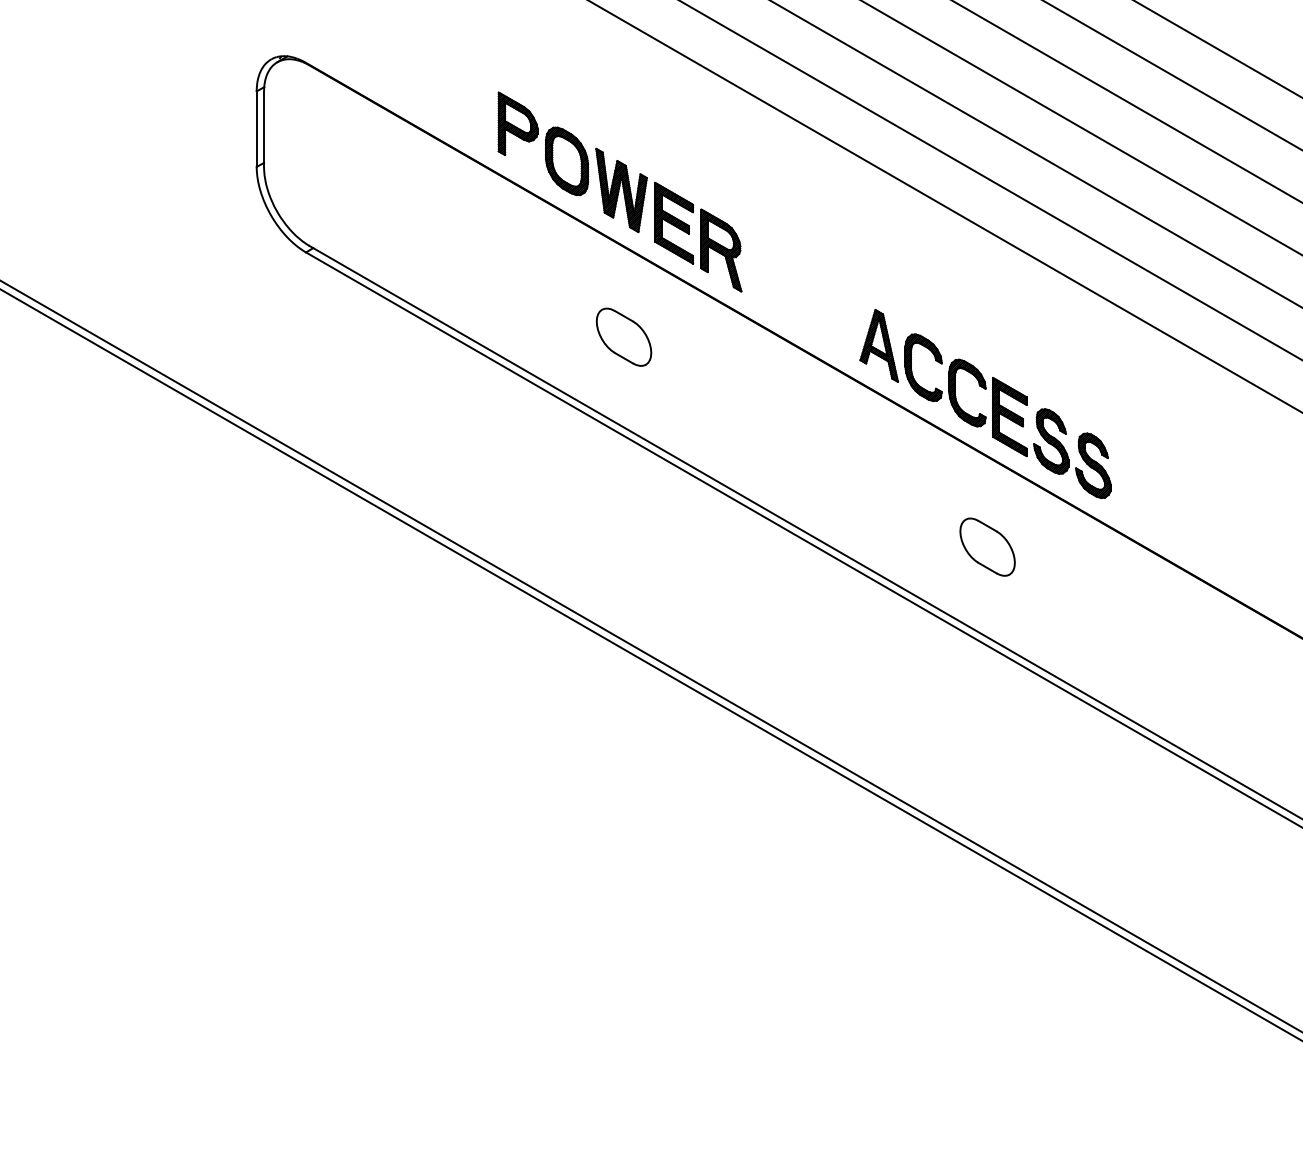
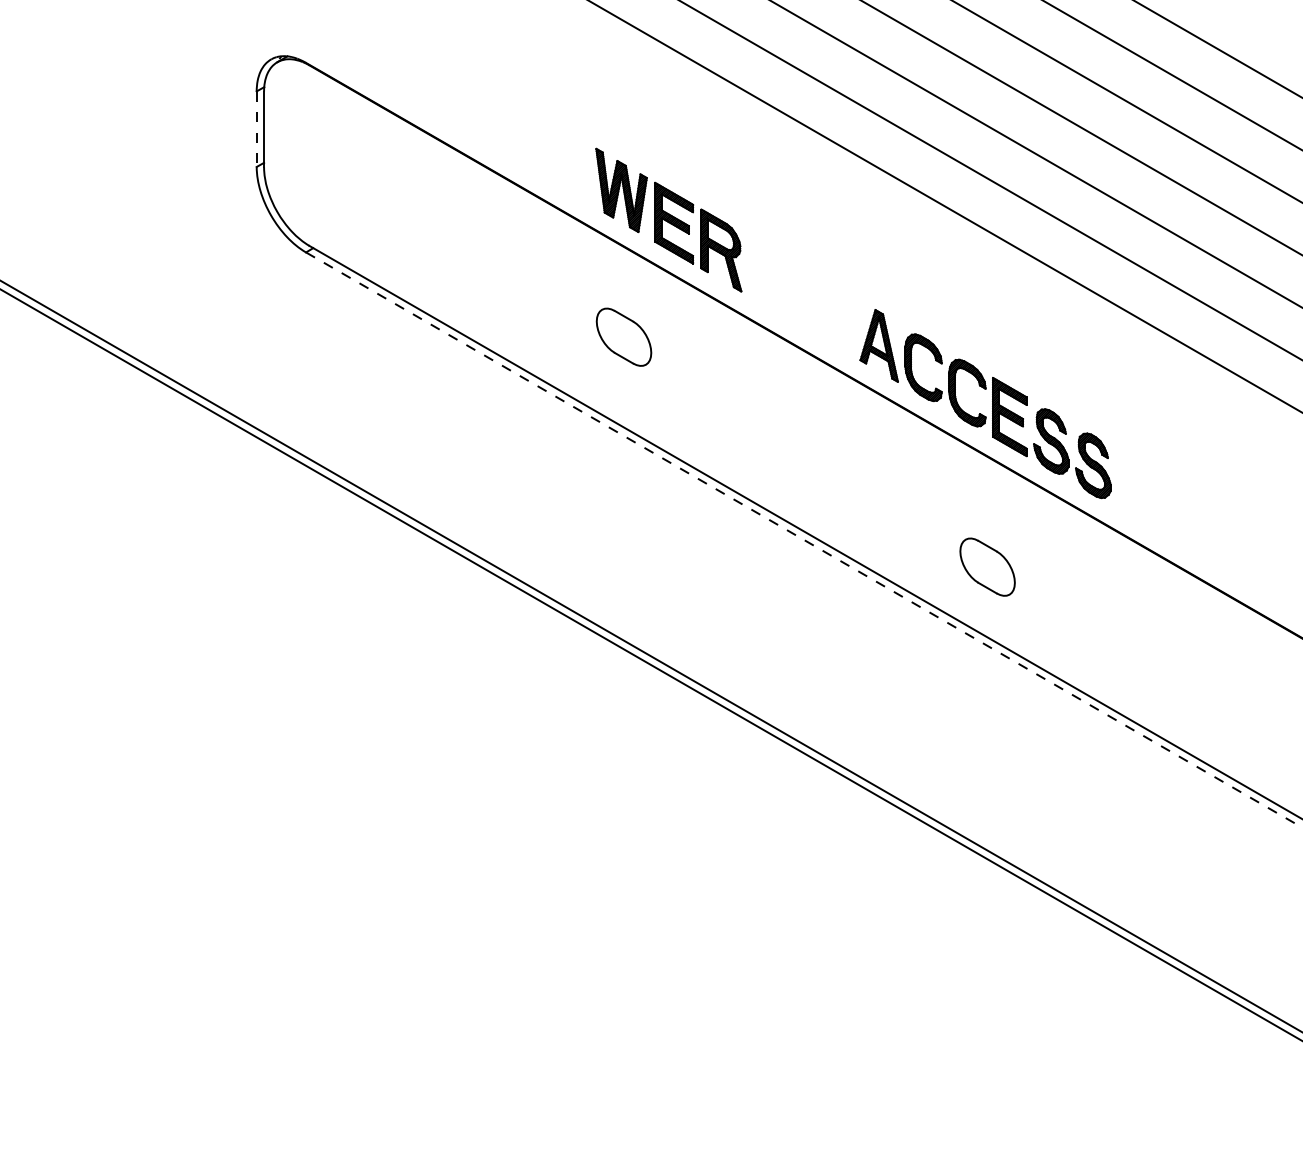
line at (256, 129): solid -> dashed
part at (543, 143): present -> none
line at (804, 540): solid -> dashed
part at (987, 546) position: (987, 546) -> (987, 566)
